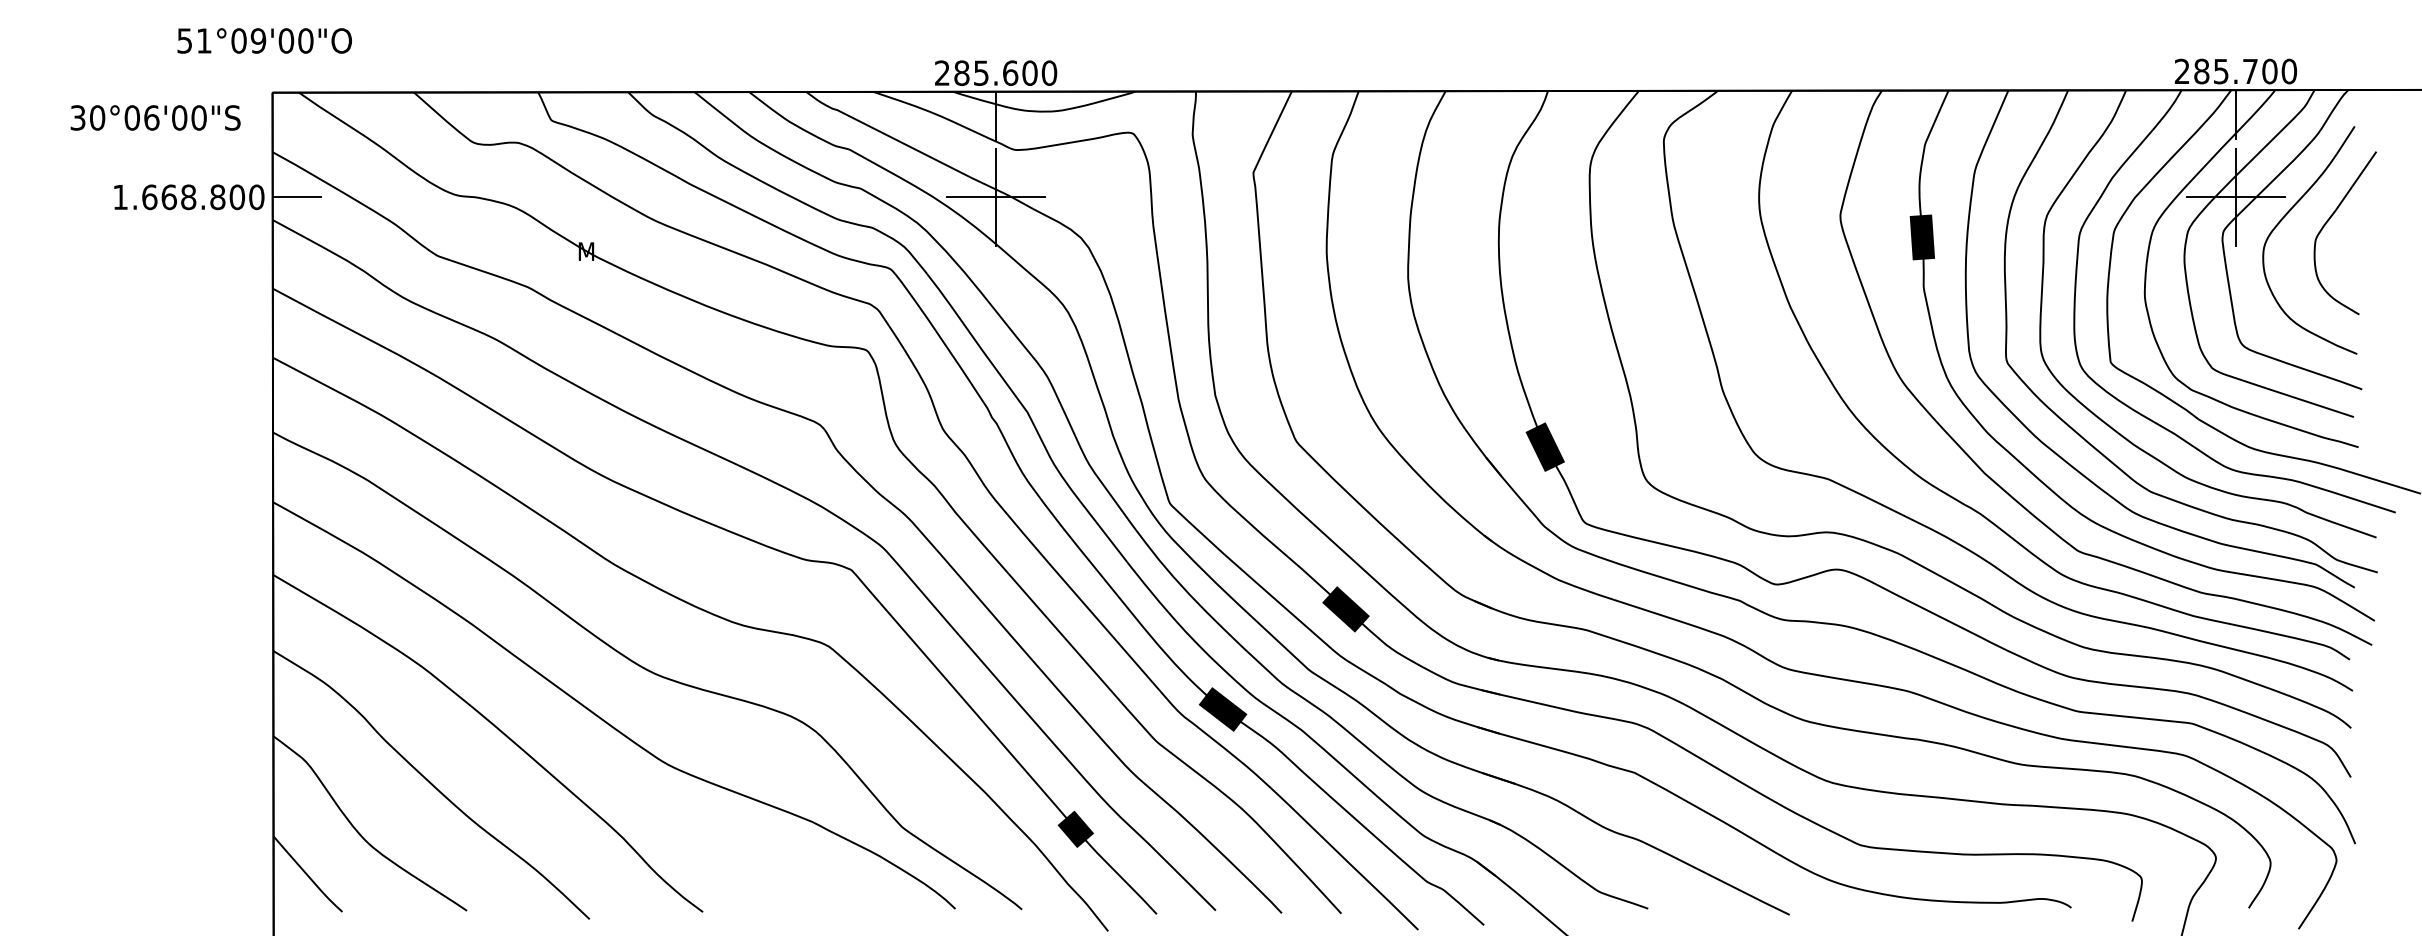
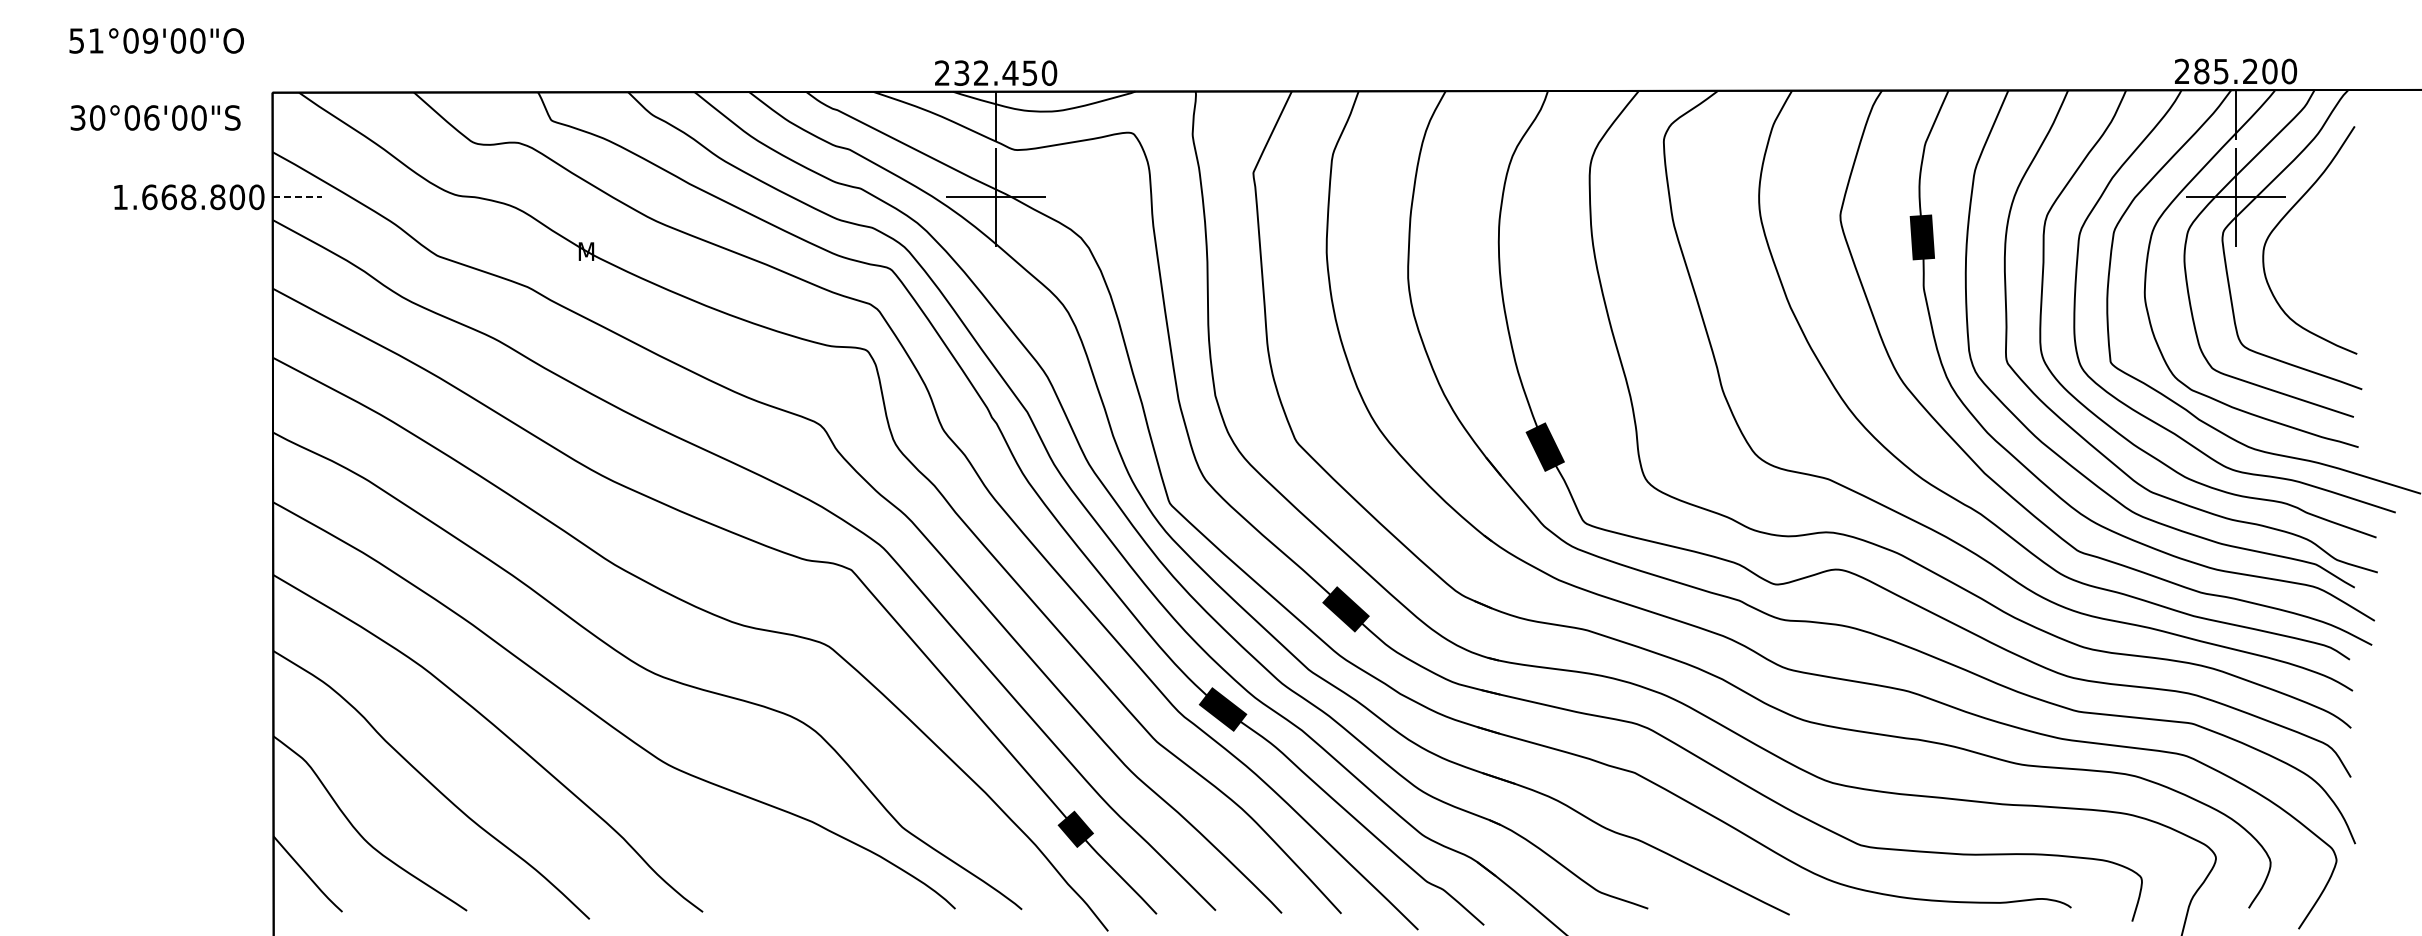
text at (264, 40) position: (264, 40) -> (156, 40)
text at (2250, 70): 285.700 -> 285.200
text at (995, 72): 285.600 -> 232.450
line at (297, 197): solid -> dashed
curve at (2329, 220): present -> none
